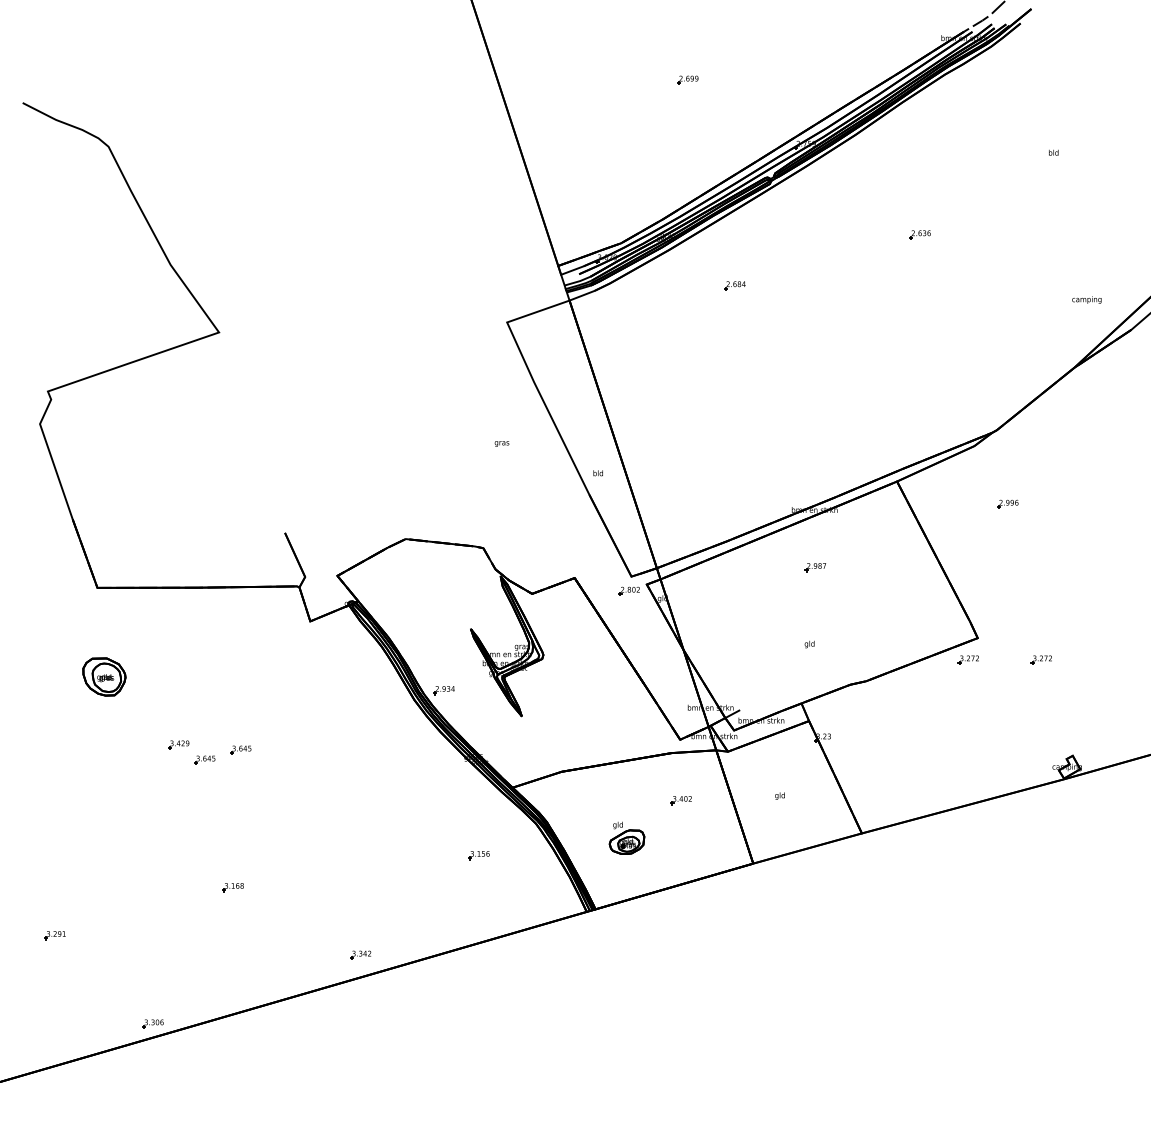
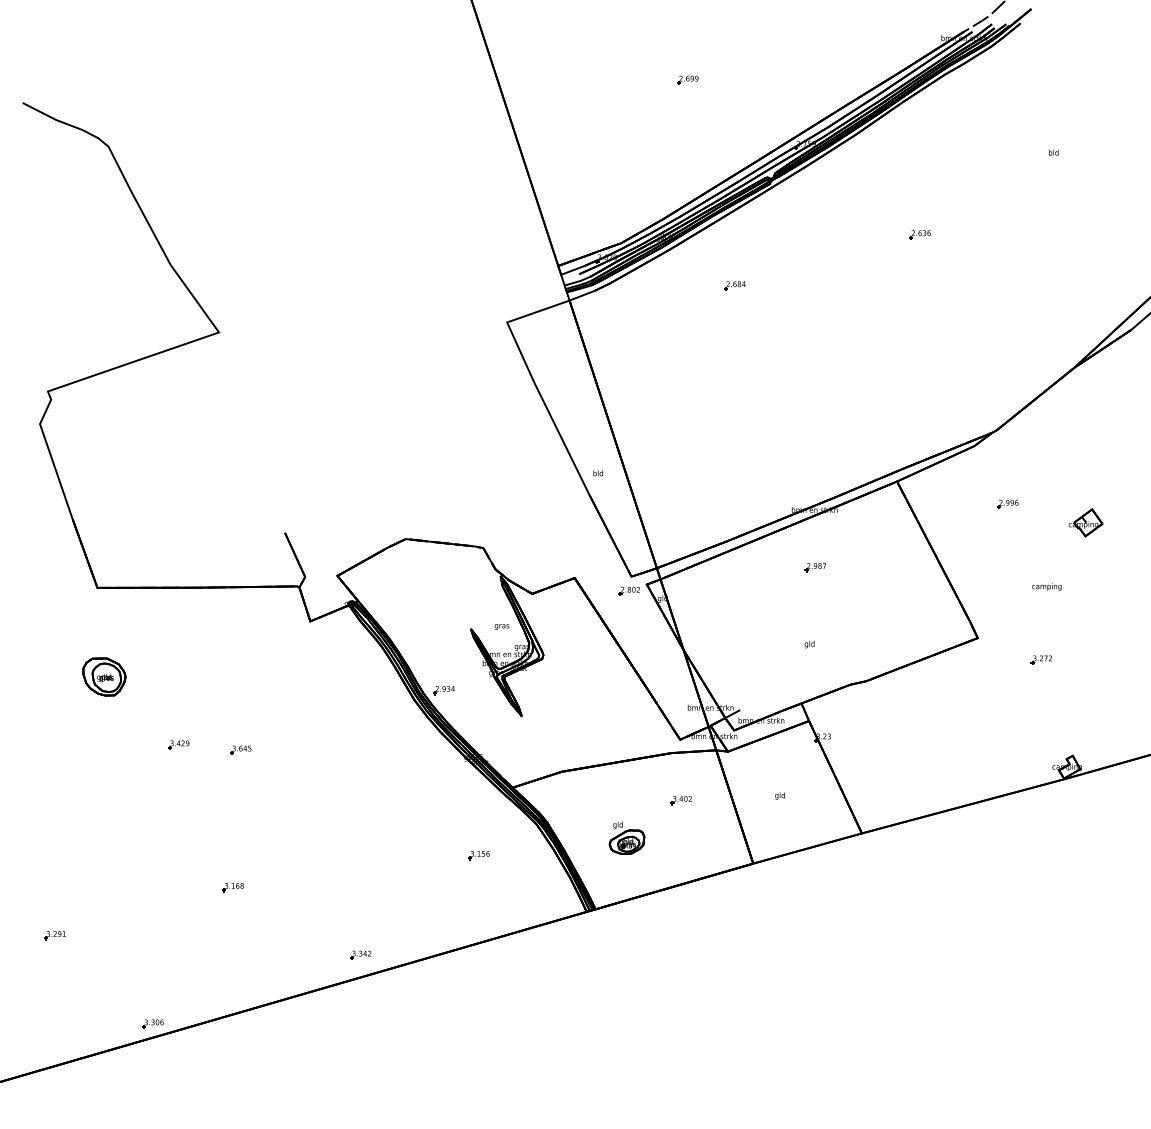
text at (1086, 299) position: (1086, 299) -> (1046, 586)
text at (501, 443) position: (501, 443) -> (501, 626)
part at (1085, 522): none -> present
part at (967, 659): present -> none
part at (204, 759): present -> none
